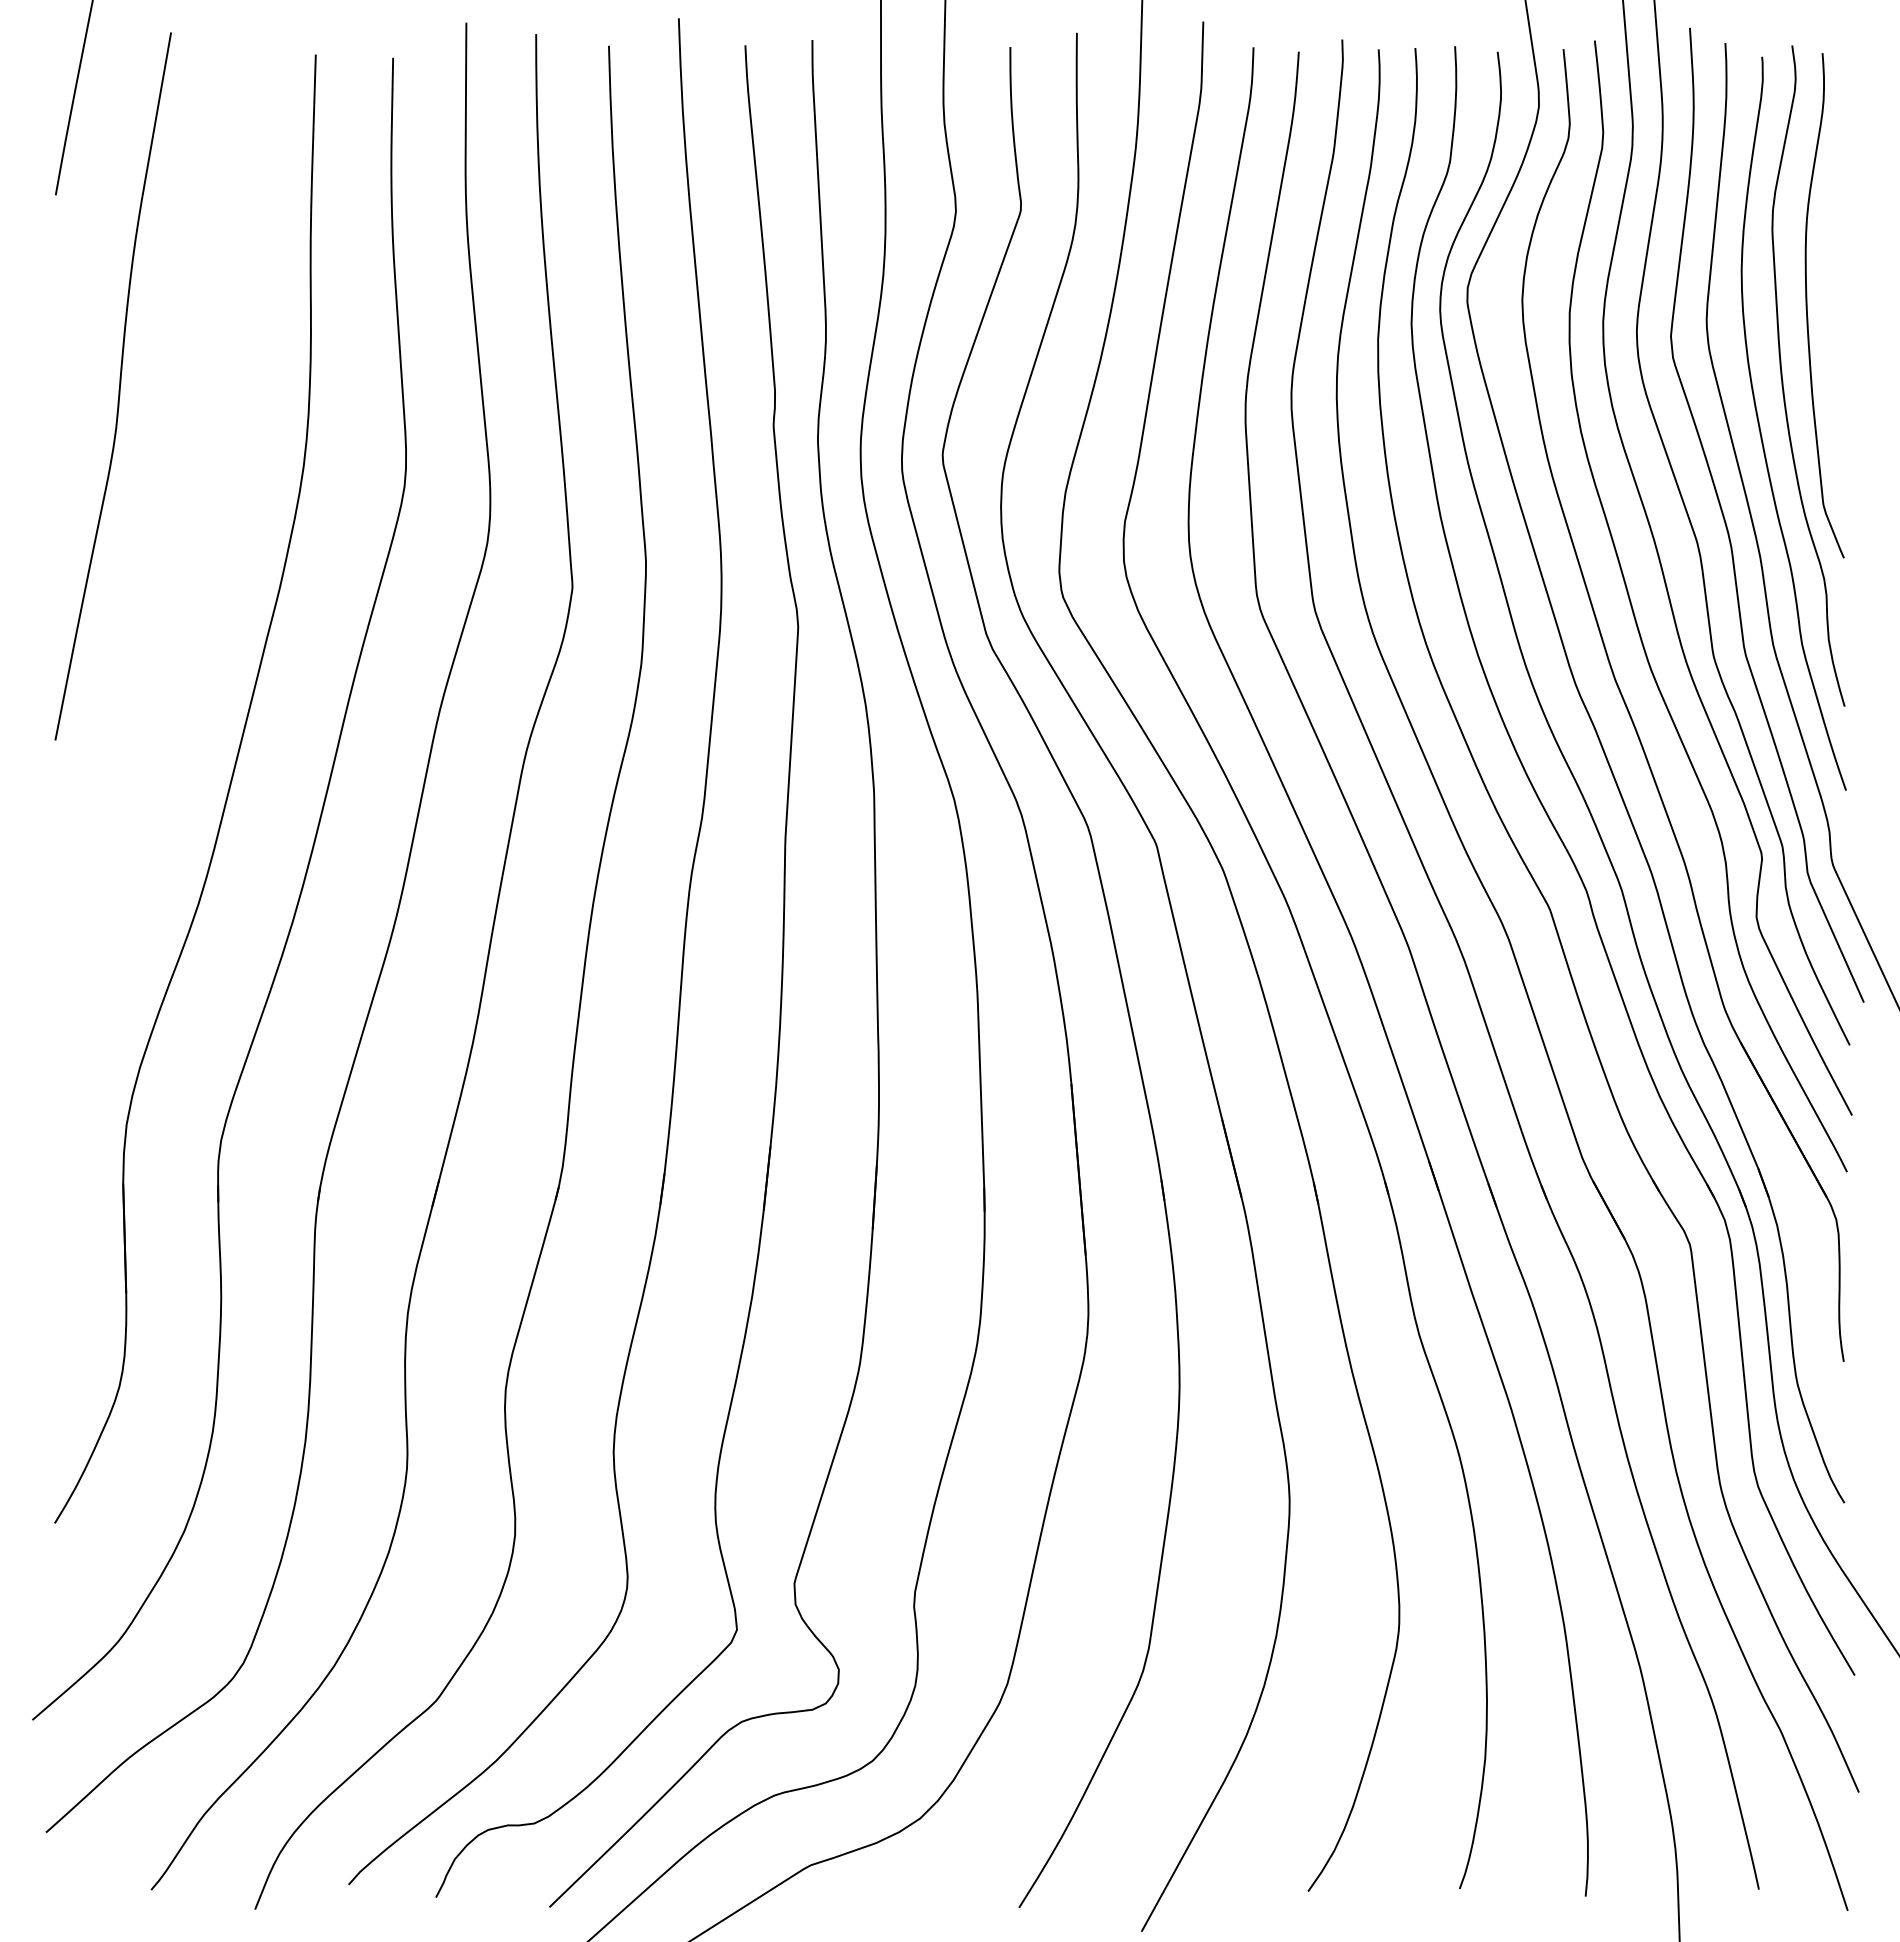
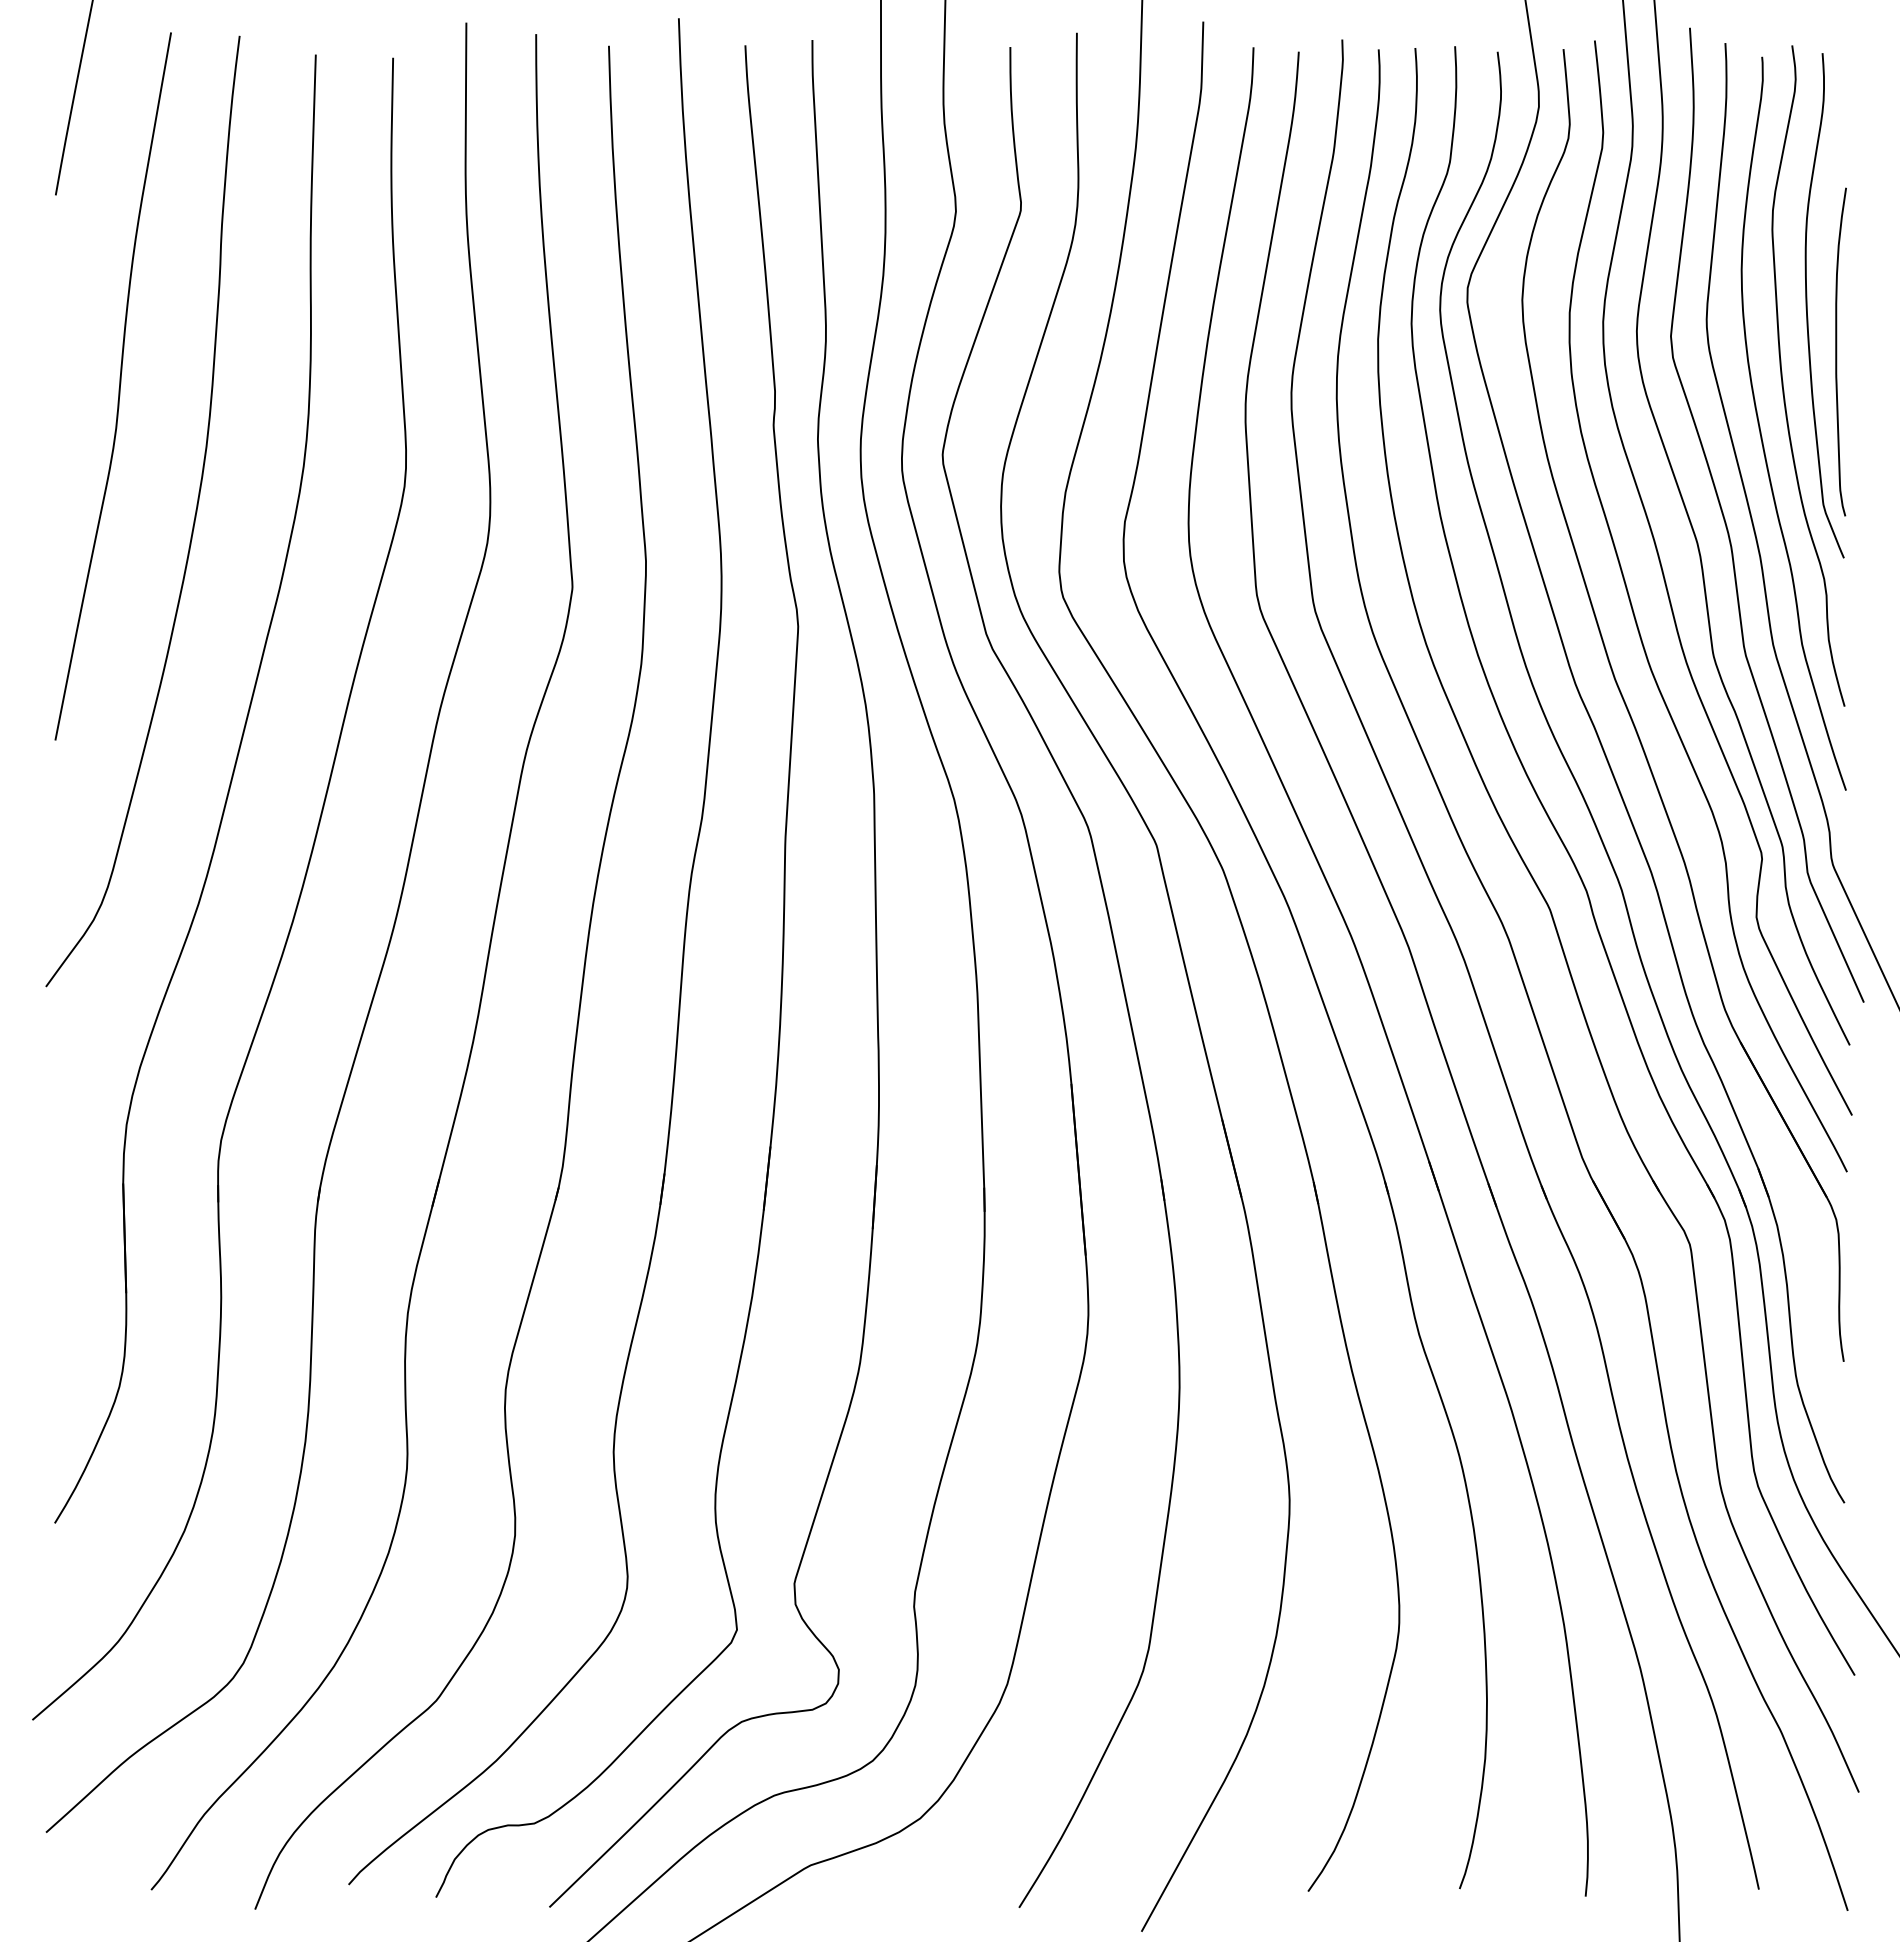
curve at (1837, 351): none -> present
curve at (193, 520): none -> present
